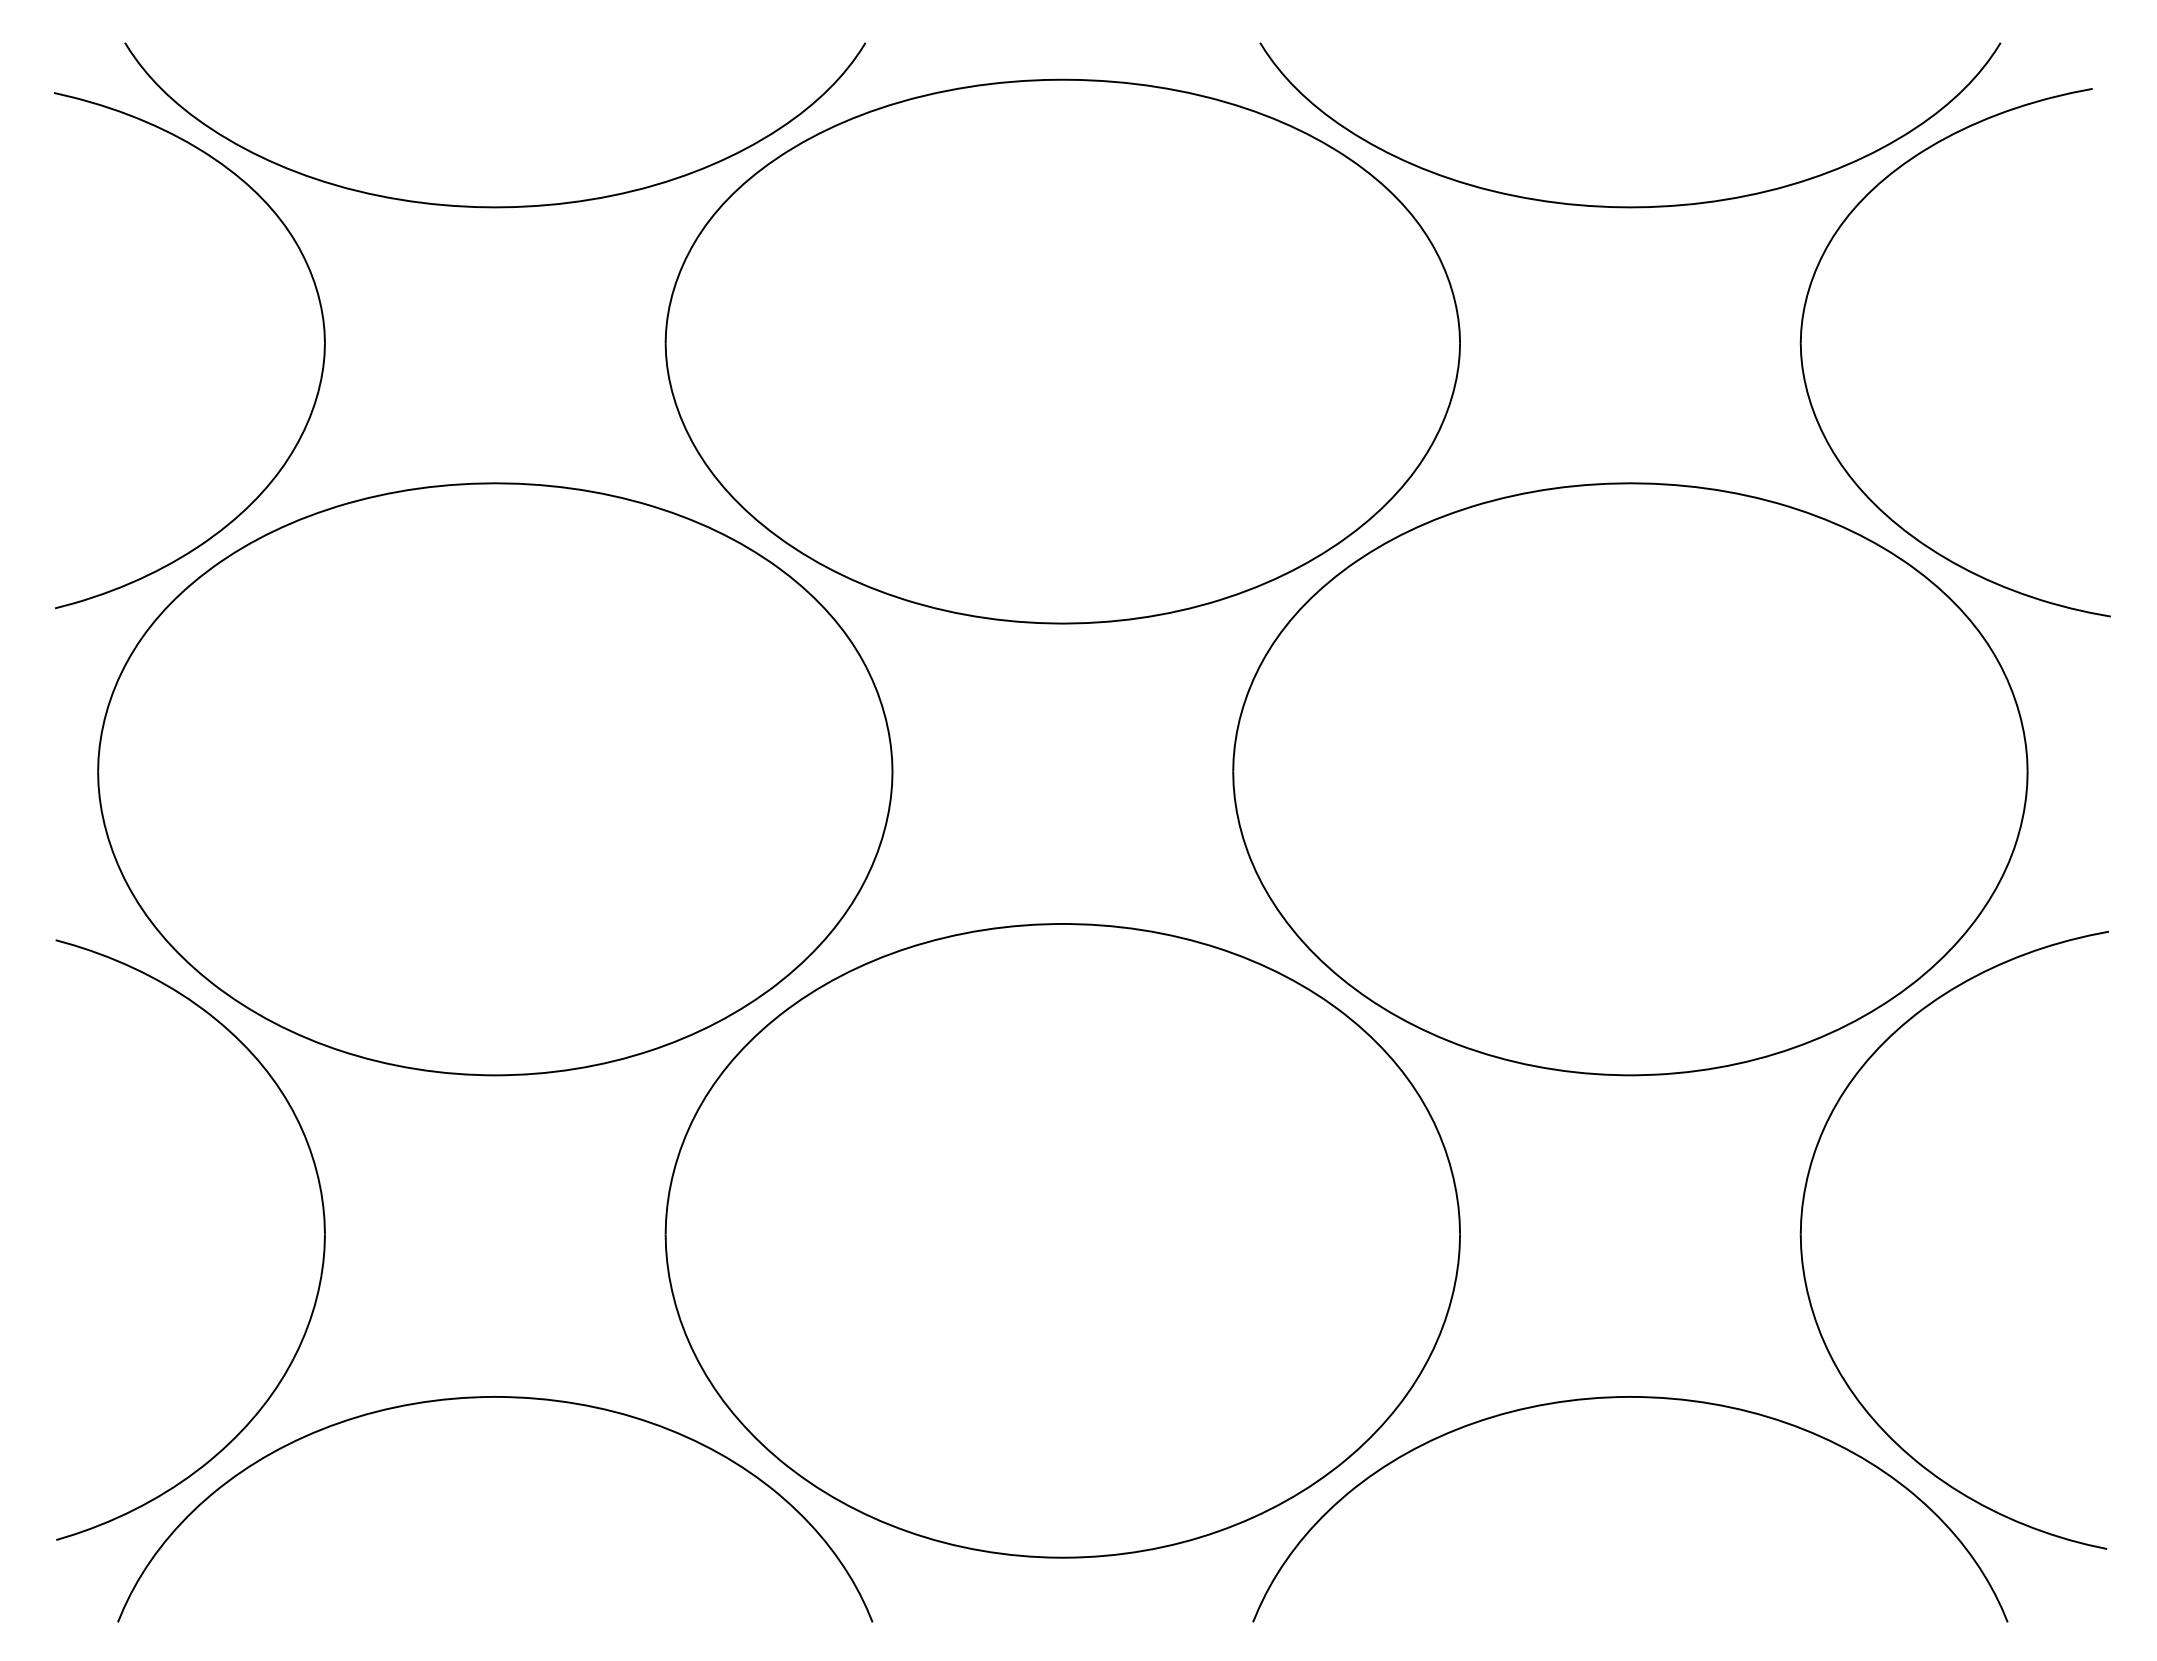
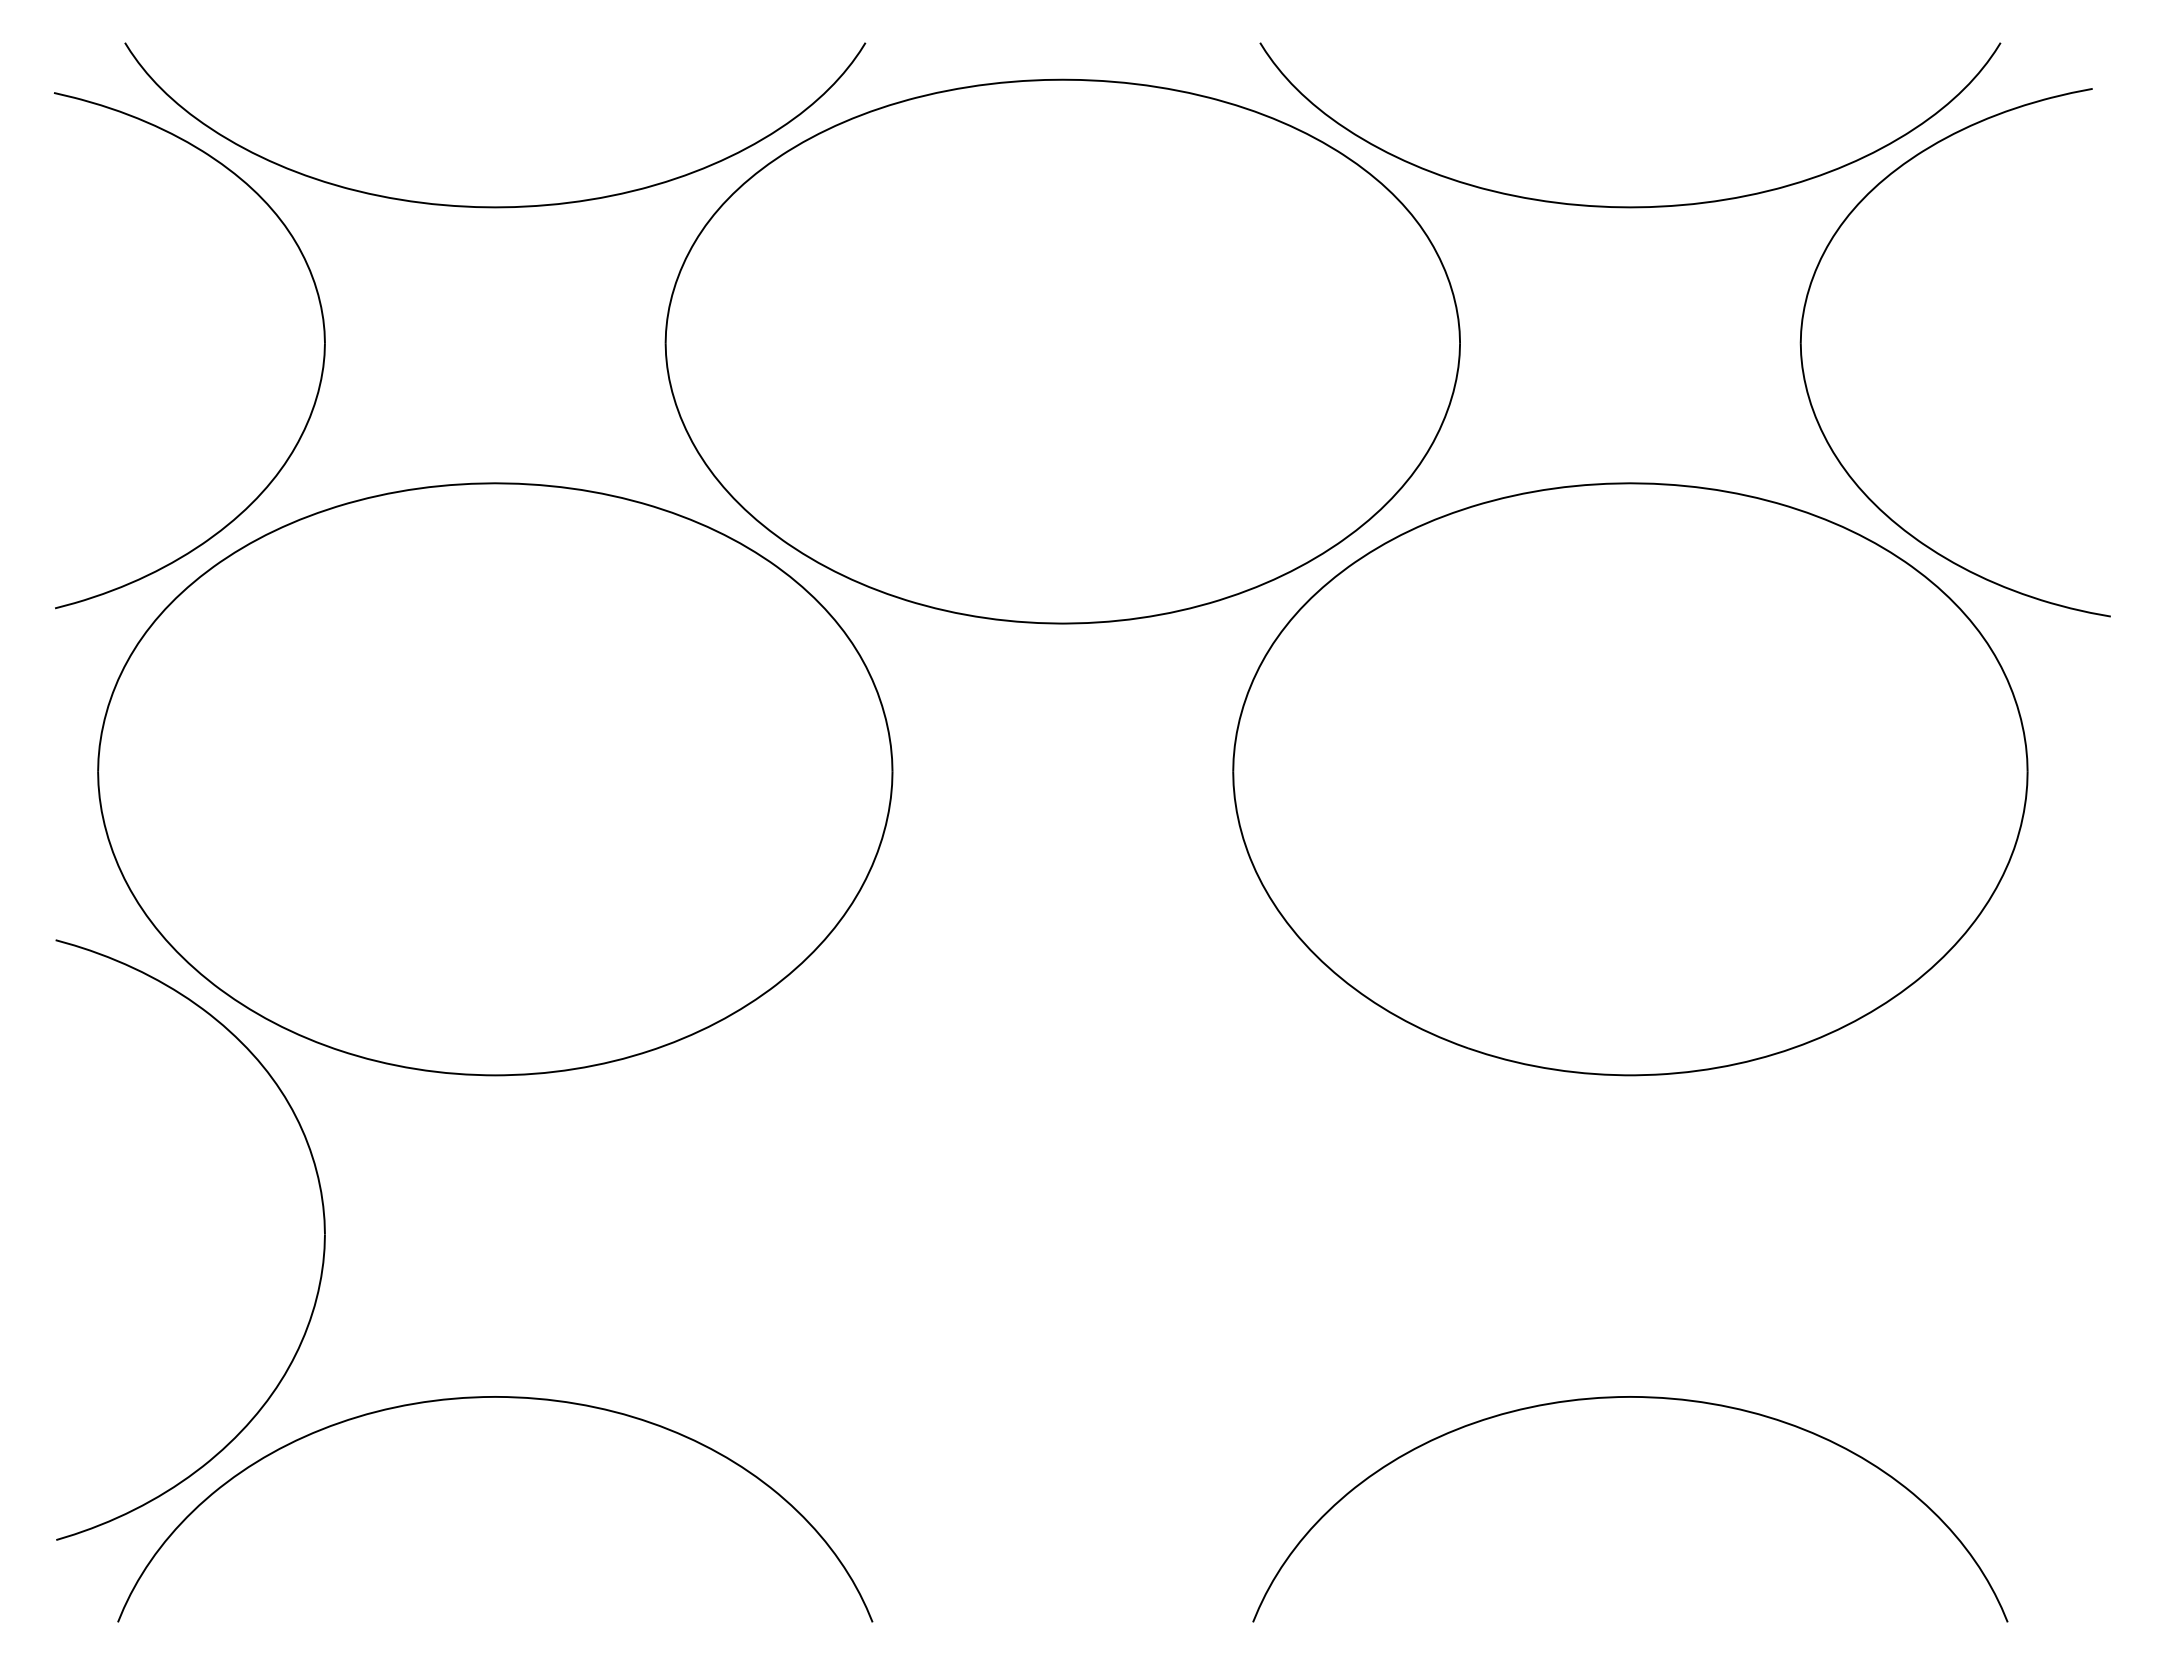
part at (1062, 1240): present -> none
part at (1802, 1248): present -> none
